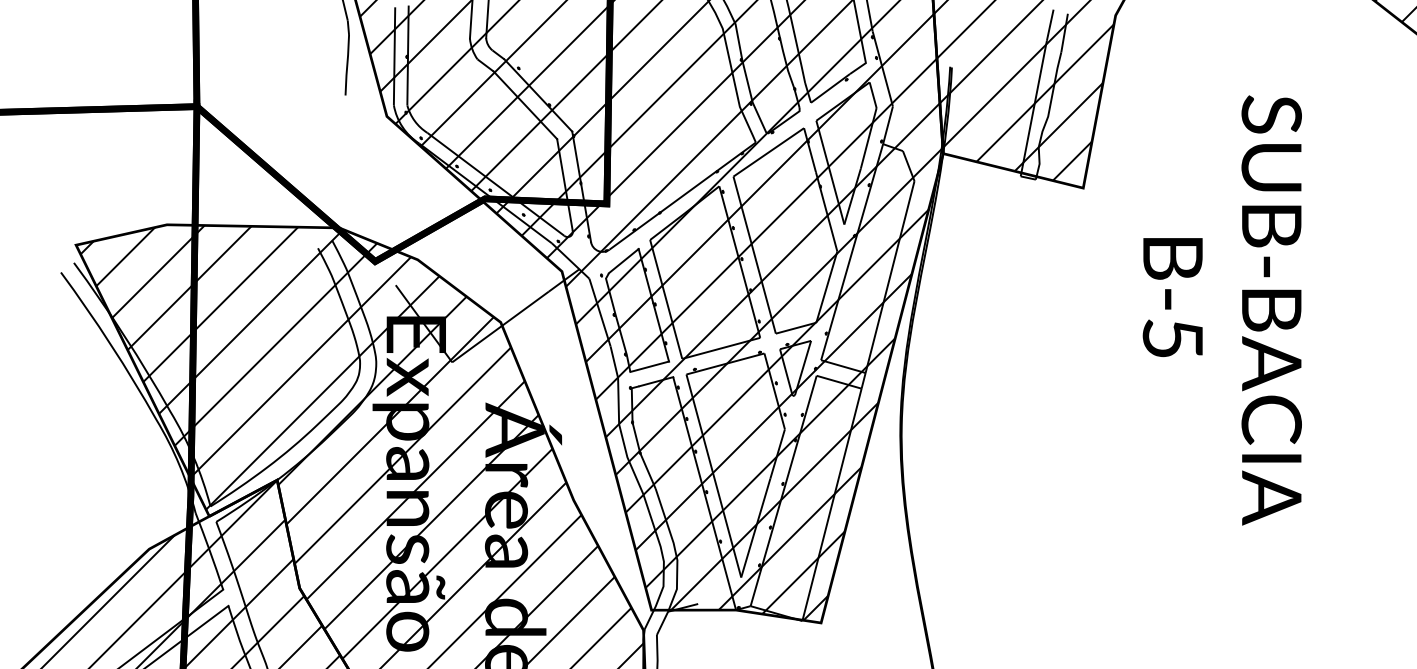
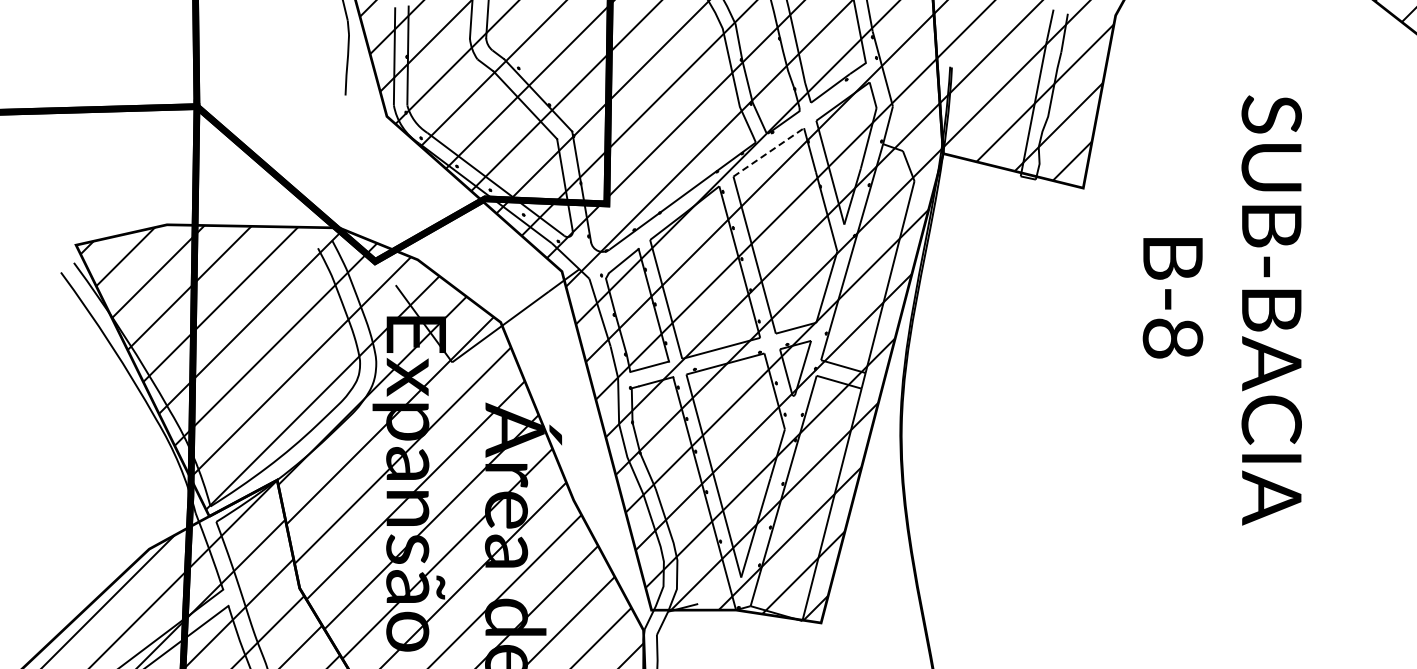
line at (768, 152): solid -> dashed
text at (1172, 338): B-5 -> B-8
